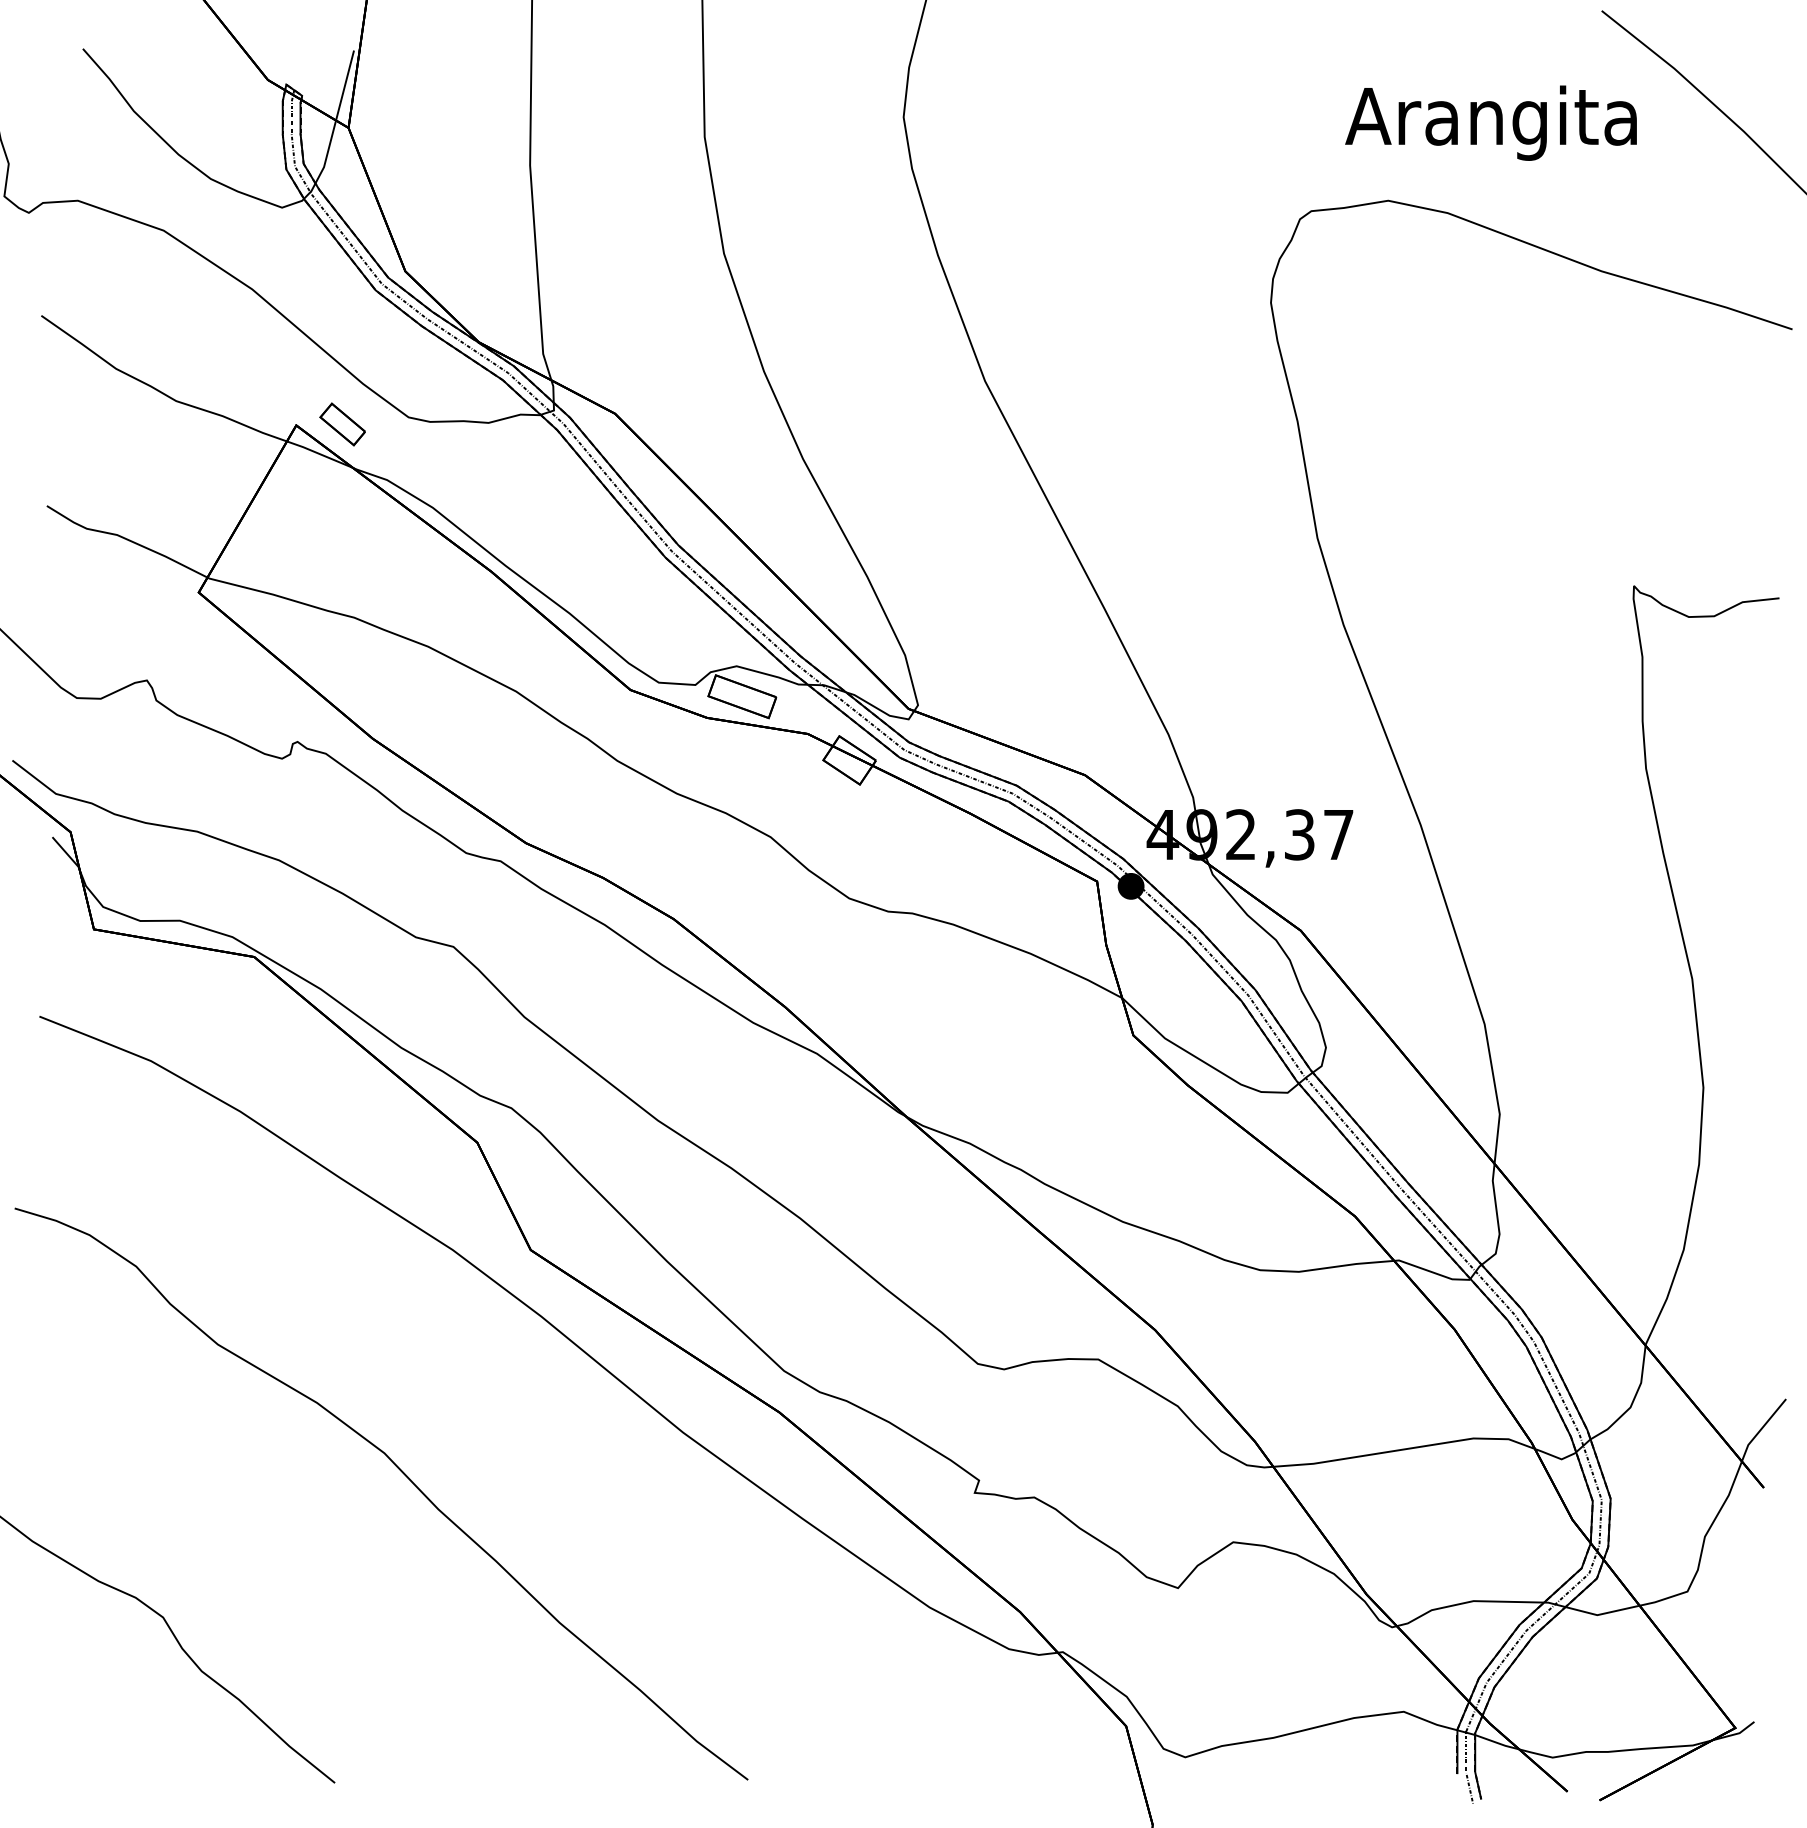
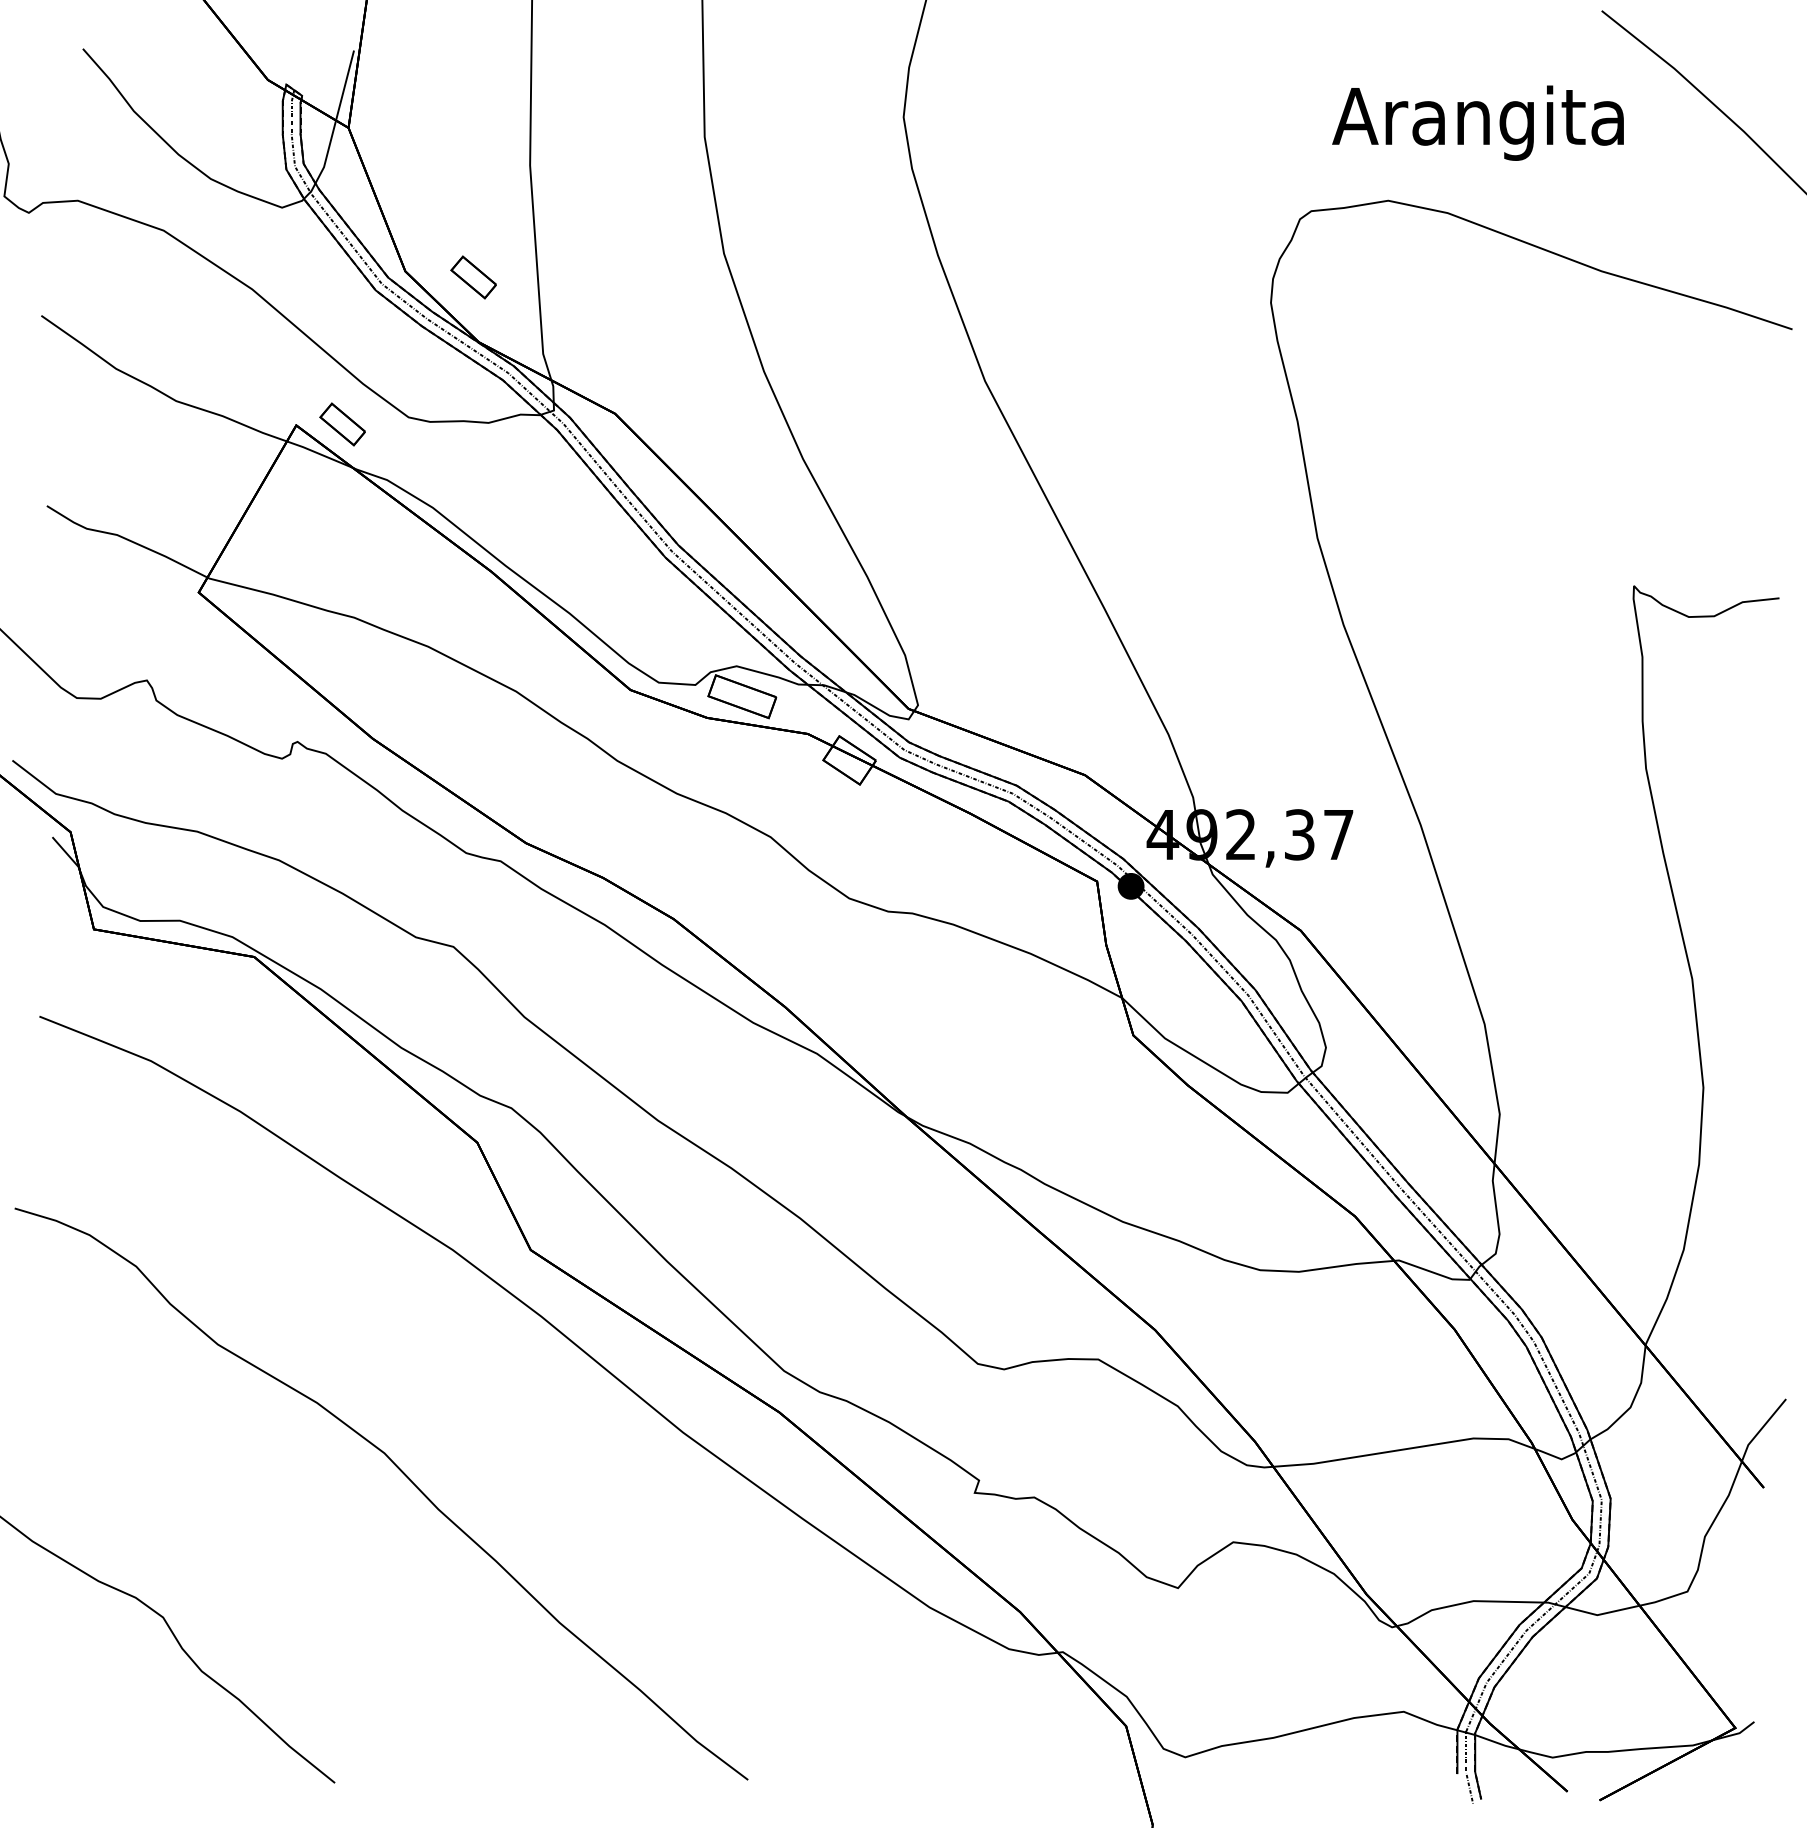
text at (1490, 122) position: (1490, 122) -> (1477, 122)
part at (473, 277): none -> present
